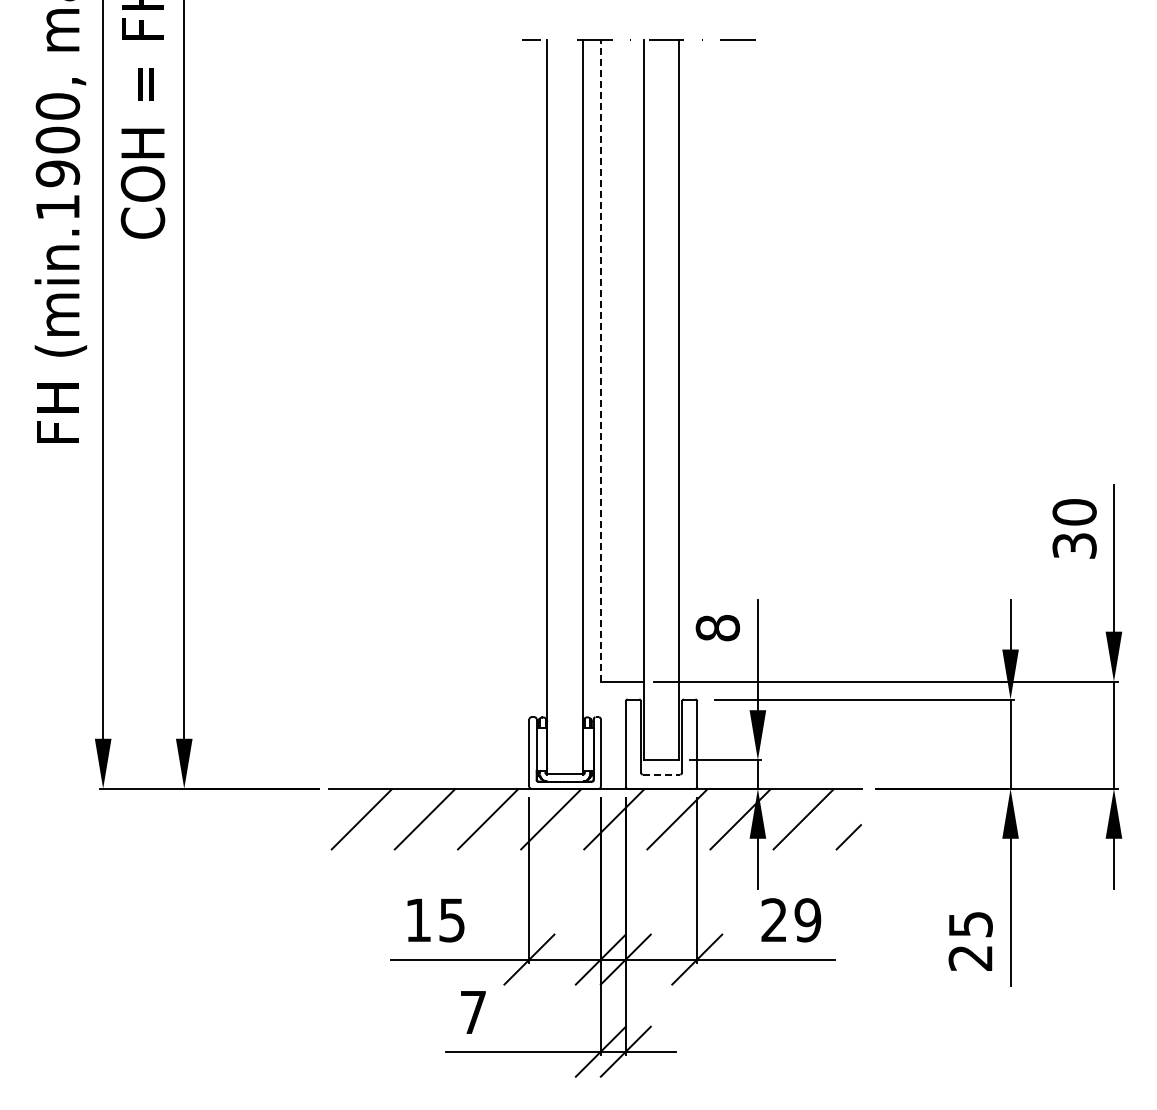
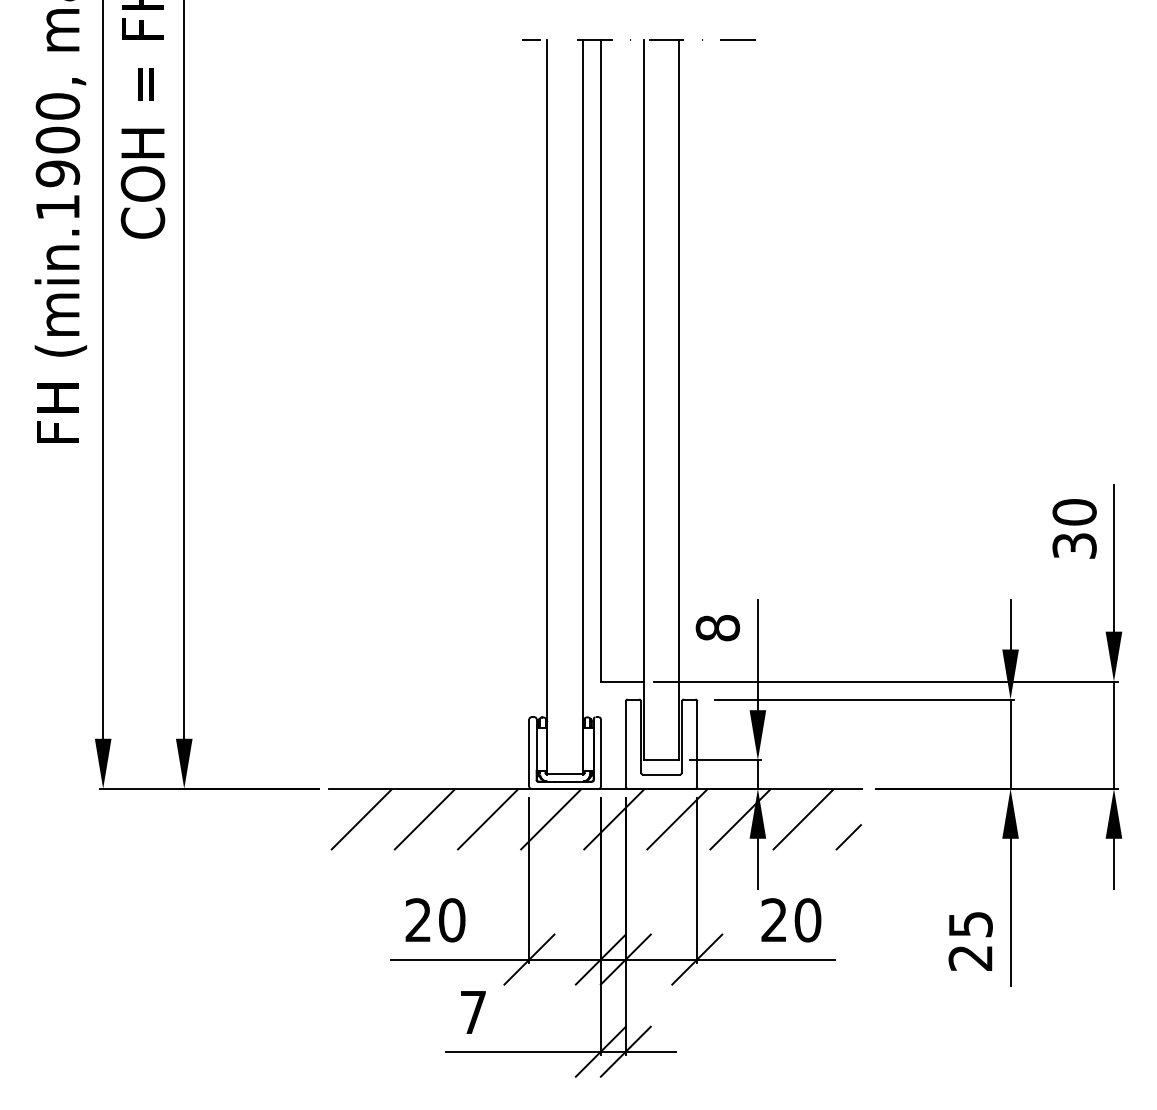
line at (600, 360): dashed -> solid
line at (661, 774): dashed -> solid
text at (435, 920): 15 -> 20
text at (807, 920): 29 -> 20
